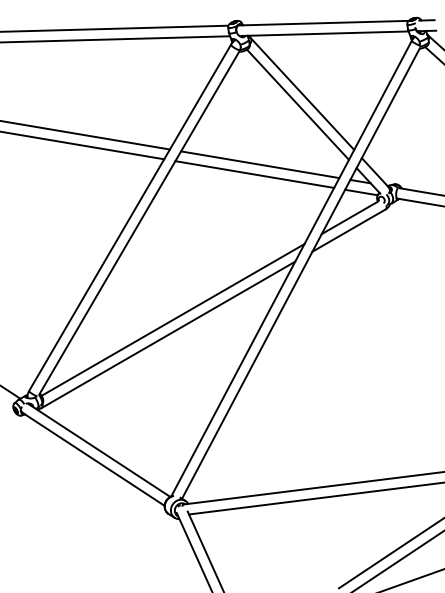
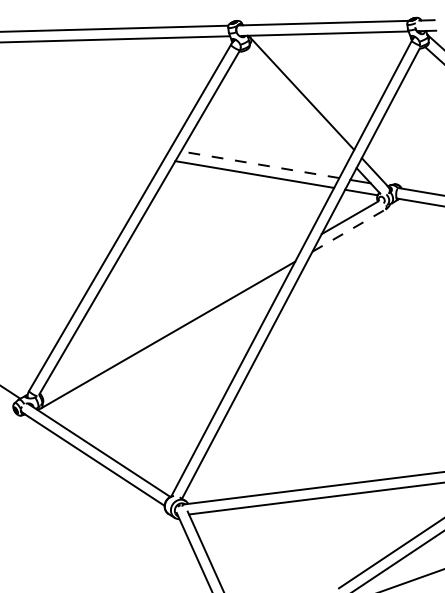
line at (297, 104): present -> none
line at (85, 135): present -> none
line at (83, 145): present -> none
line at (259, 164): solid -> dashed
line at (349, 230): solid -> dashed
line at (172, 319): present -> none
